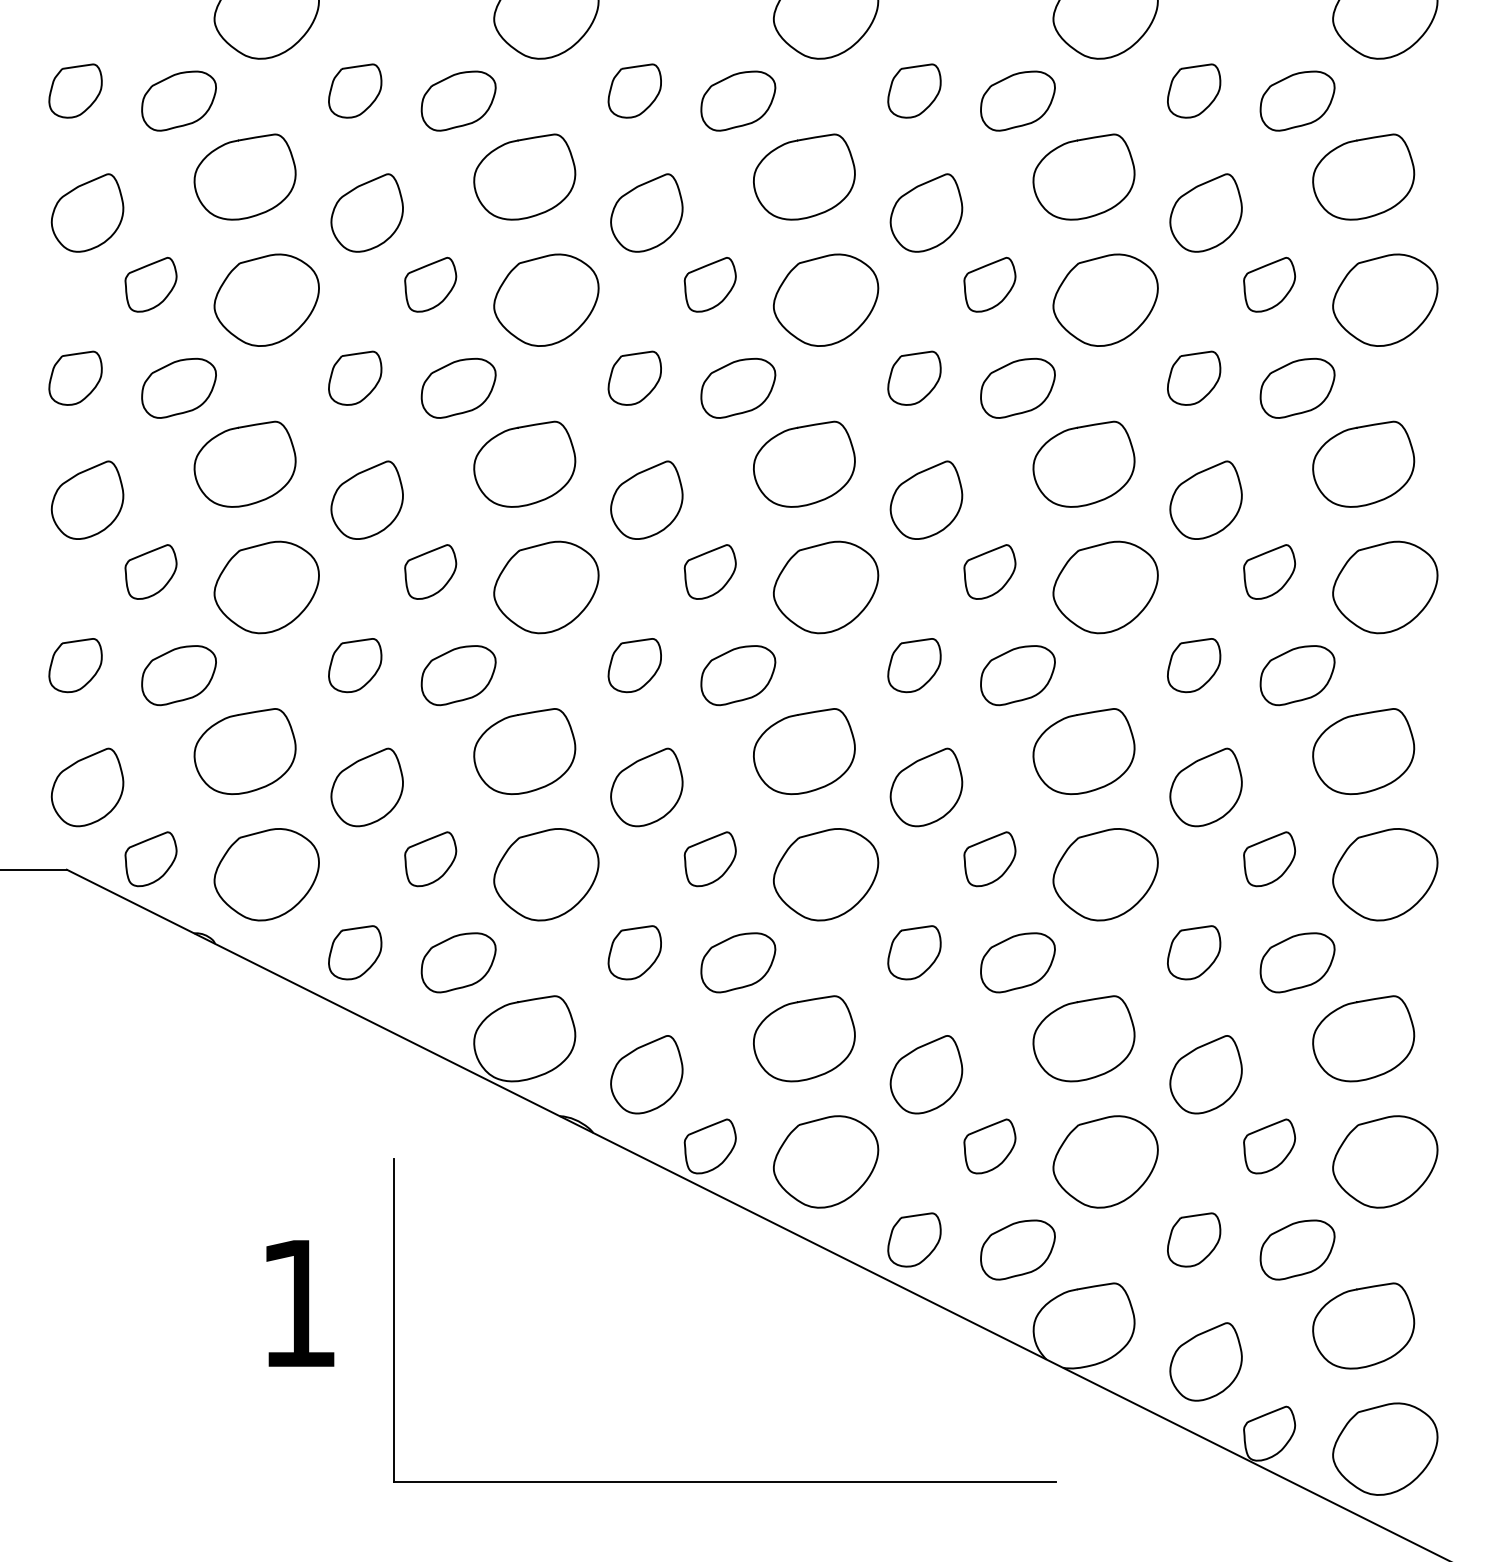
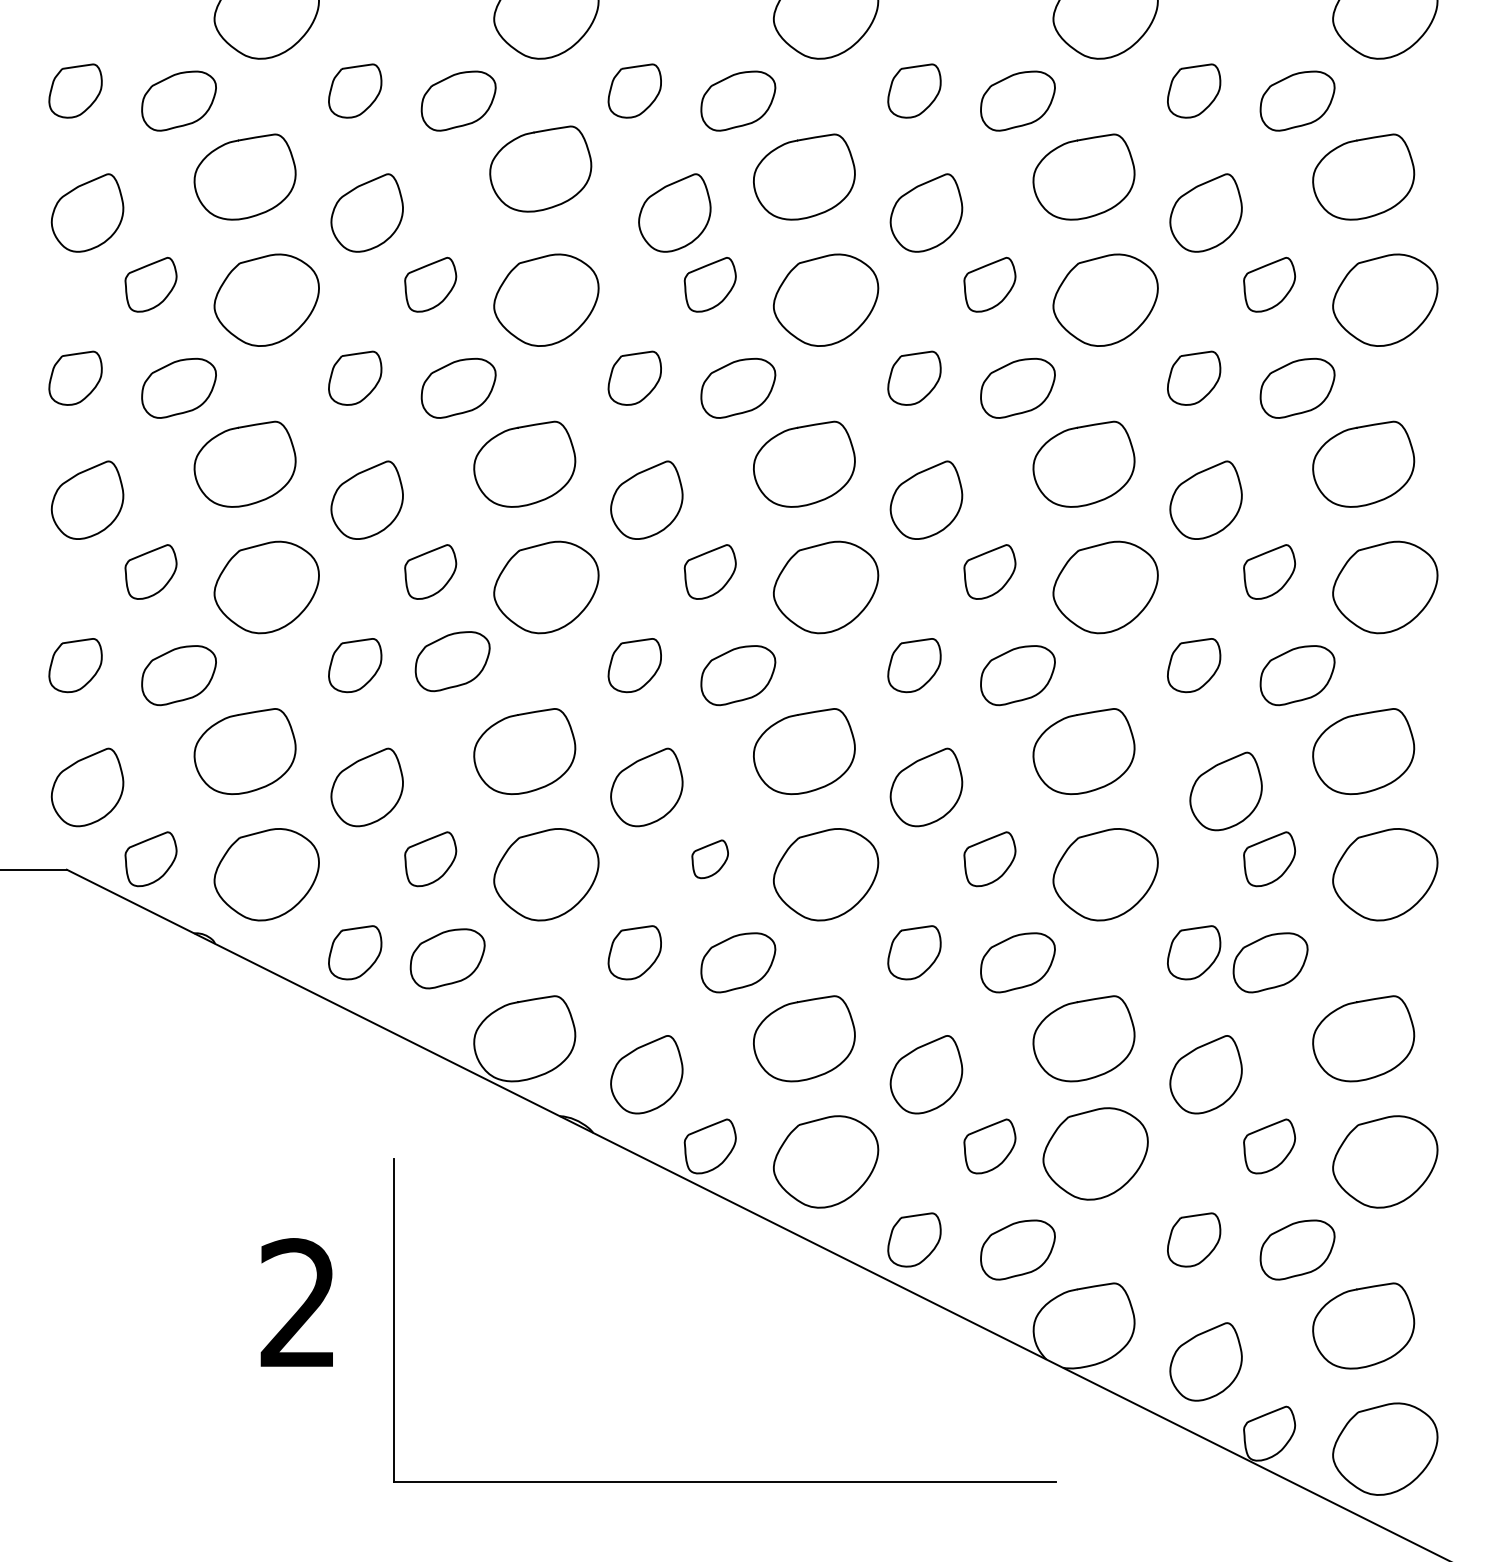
curve at (519, 141) position: (519, 141) -> (535, 133)
part at (646, 212) position: (646, 212) -> (674, 212)
part at (458, 675) position: (458, 675) -> (452, 661)
part at (1205, 787) position: (1205, 787) -> (1225, 791)
part at (709, 859) size: 54x57 px -> 38x41 px
part at (458, 962) position: (458, 962) -> (447, 958)
part at (1297, 962) position: (1297, 962) -> (1270, 962)
part at (1105, 1161) position: (1105, 1161) -> (1095, 1153)
text at (297, 1302): 1 -> 2
